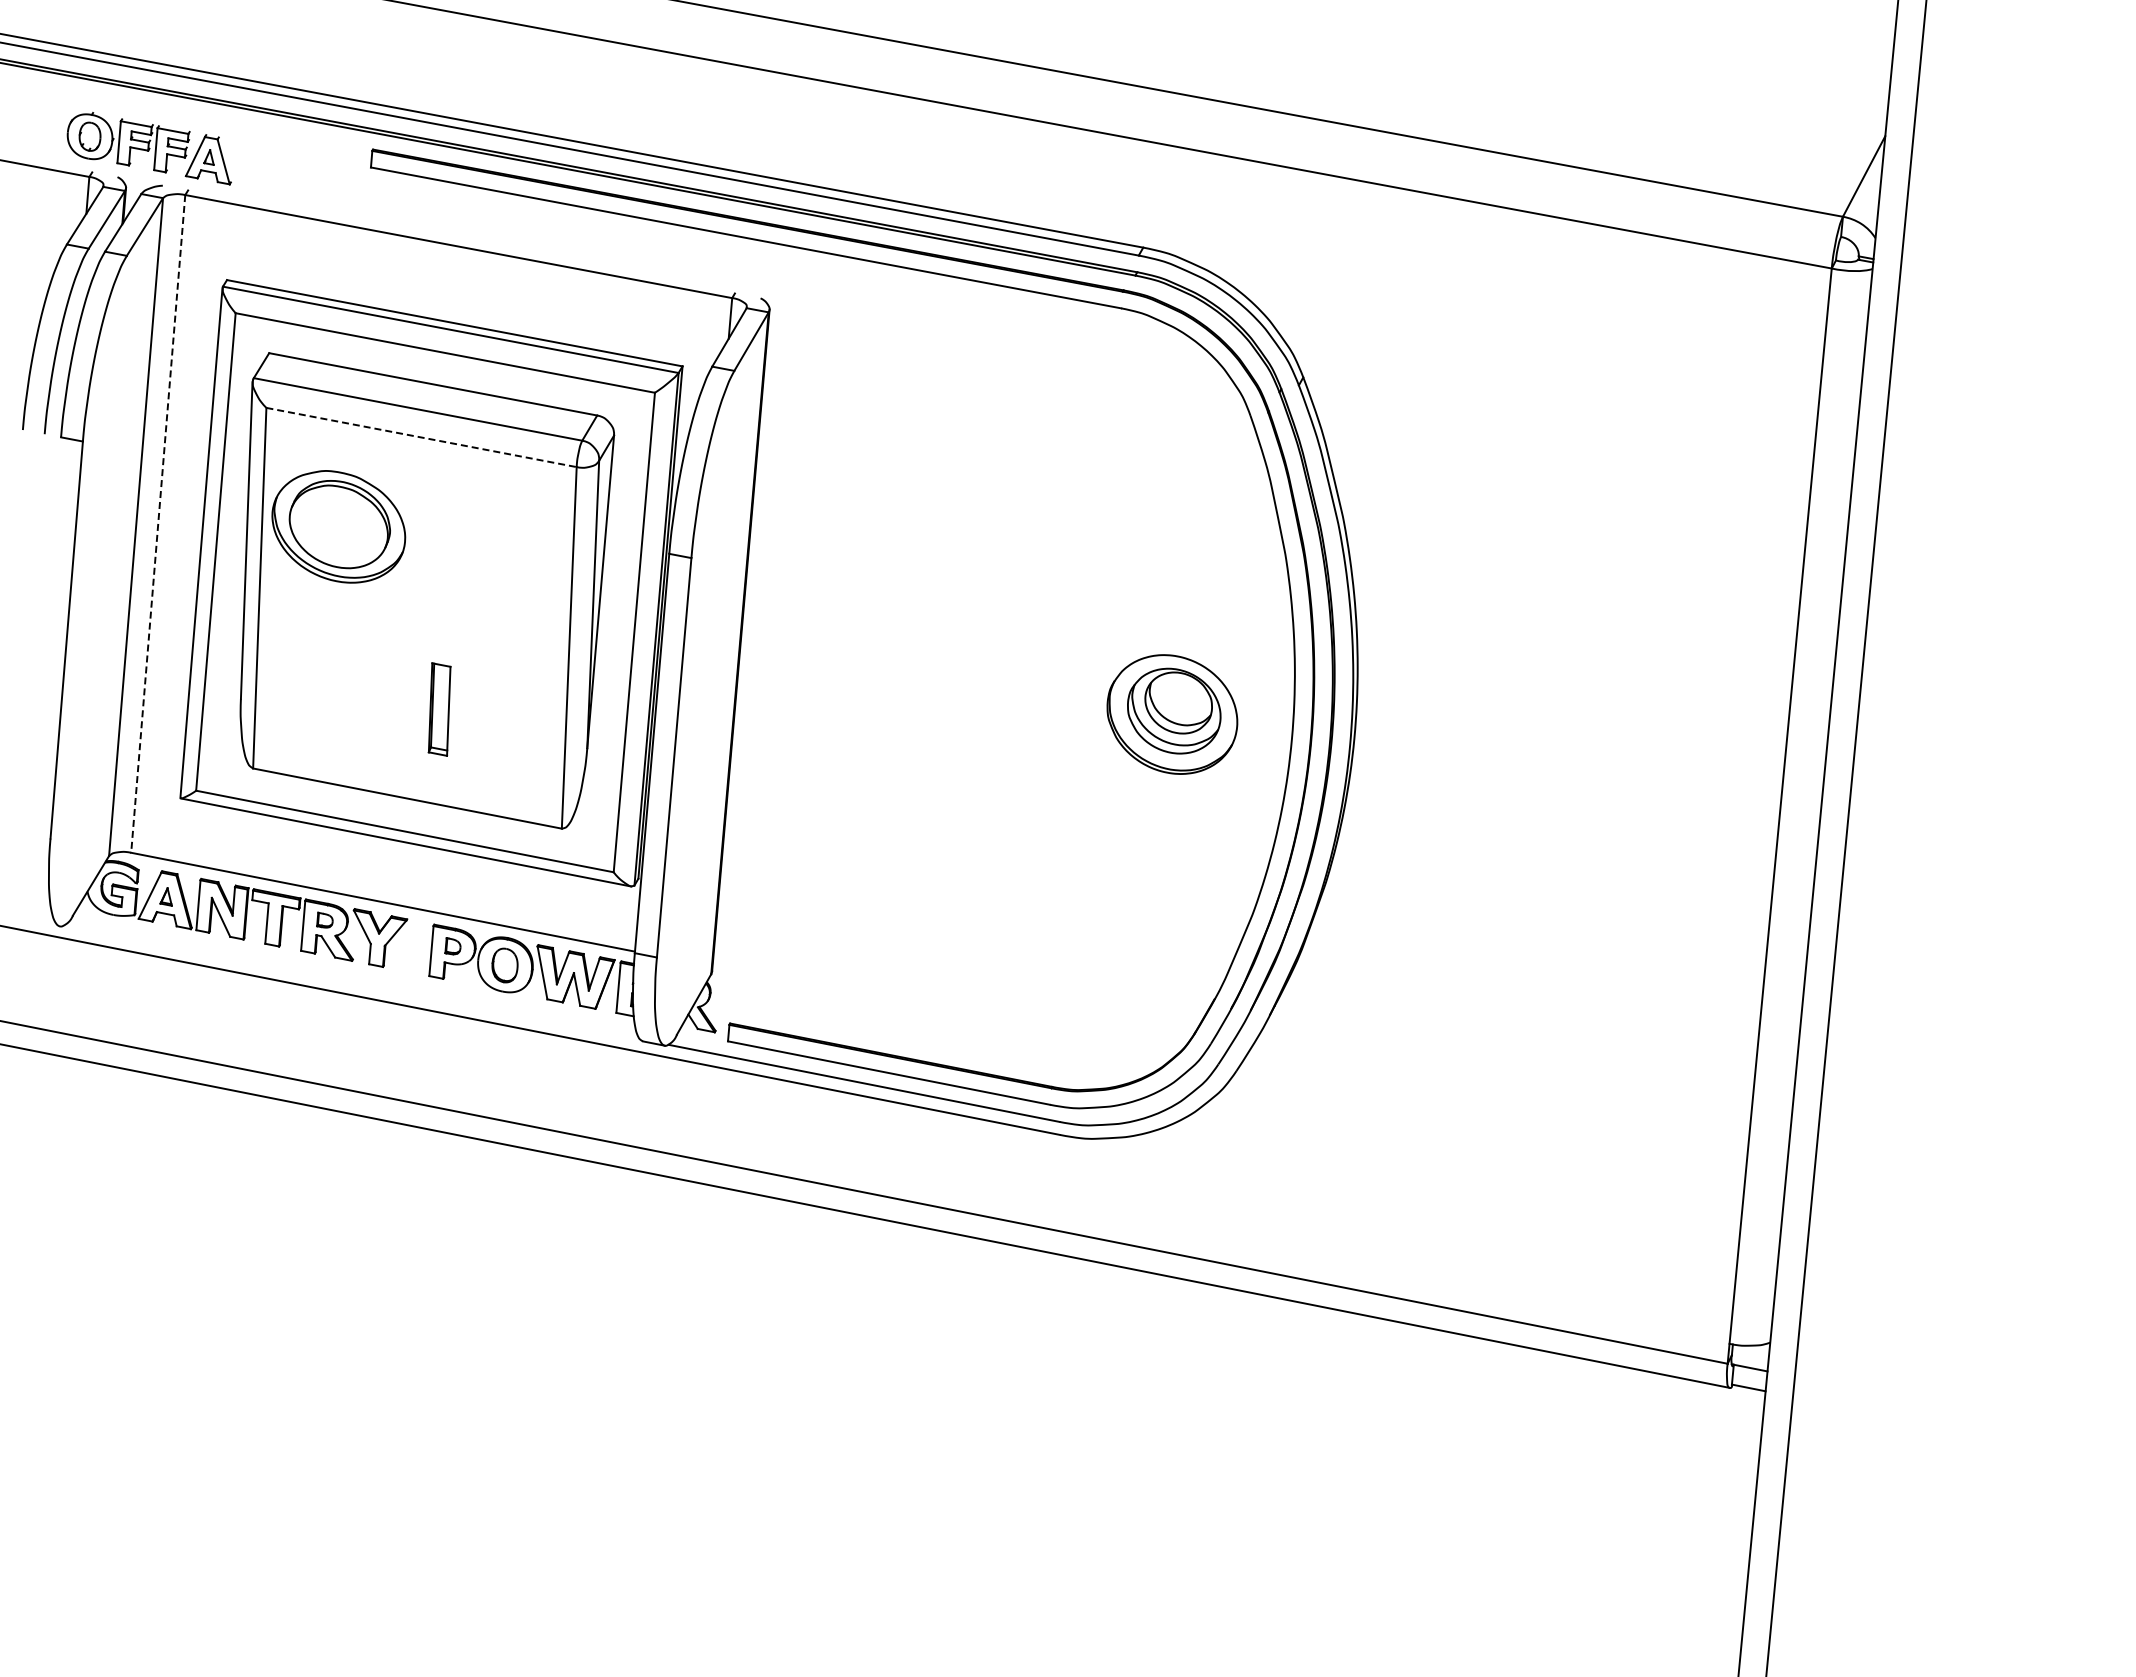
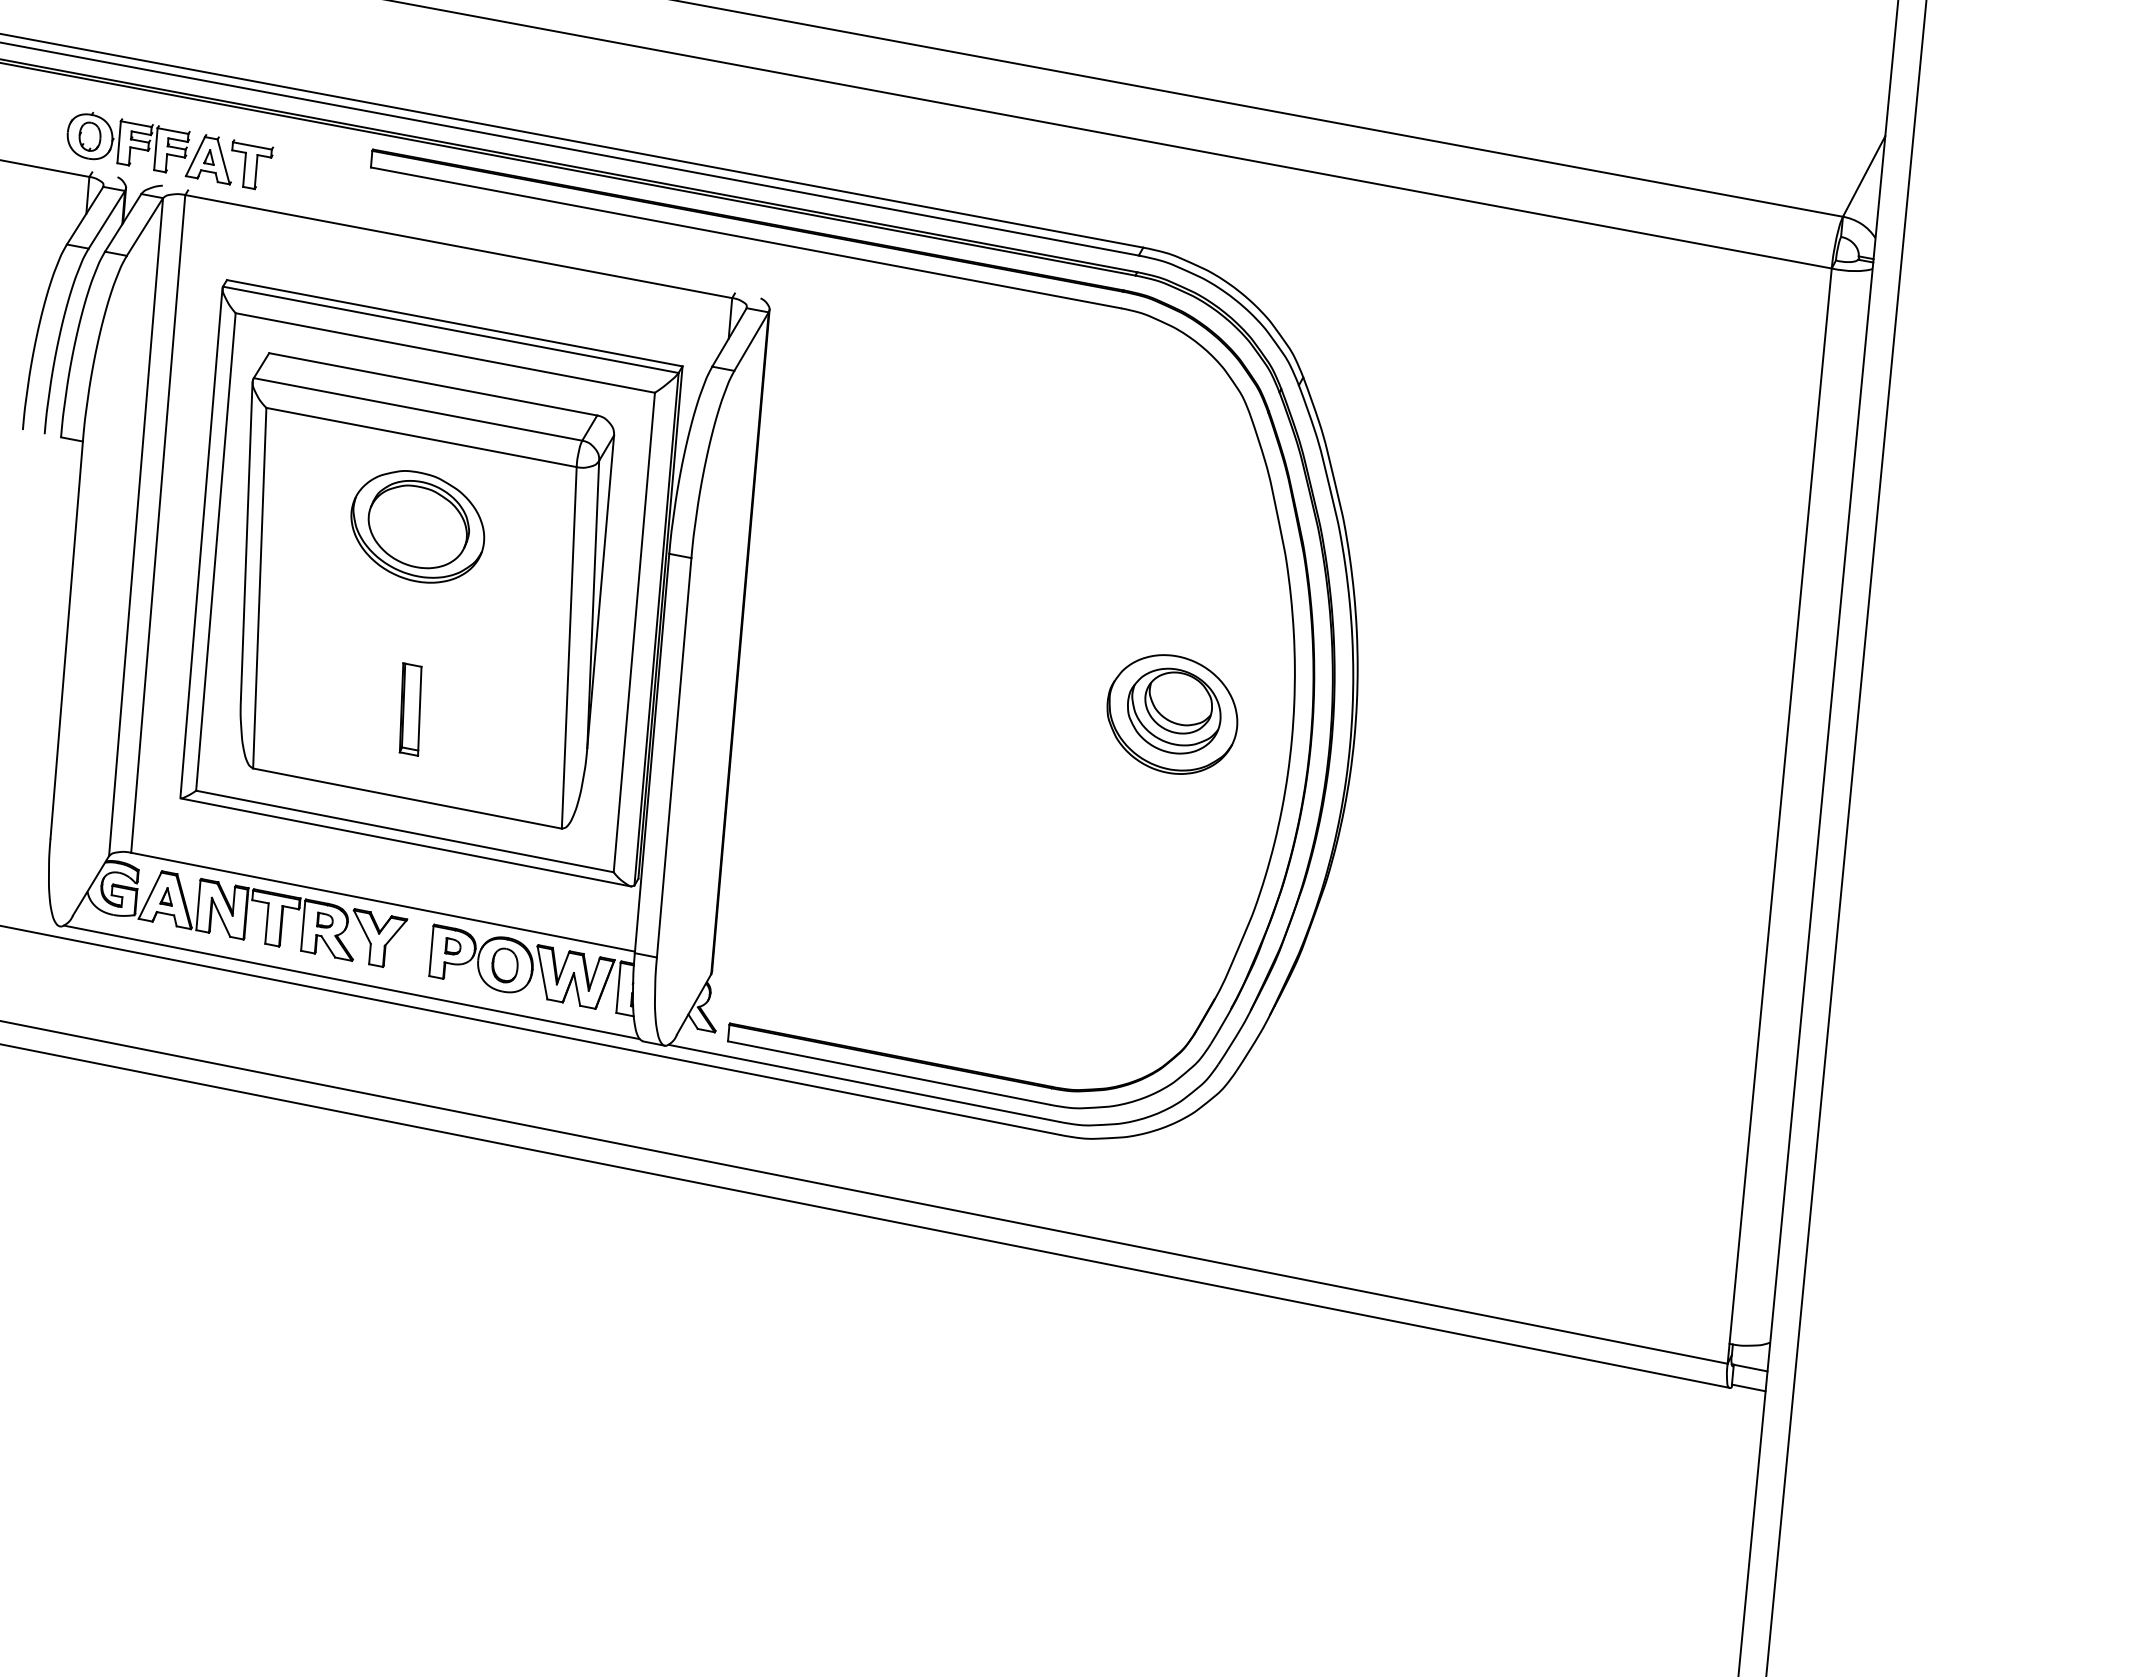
part at (252, 164): none -> present
line at (421, 437): dashed -> solid
line at (158, 523): dashed -> solid
part at (338, 526) position: (338, 526) -> (417, 526)
part at (439, 709) position: (439, 709) -> (410, 709)
line at (351, 982): none -> present
